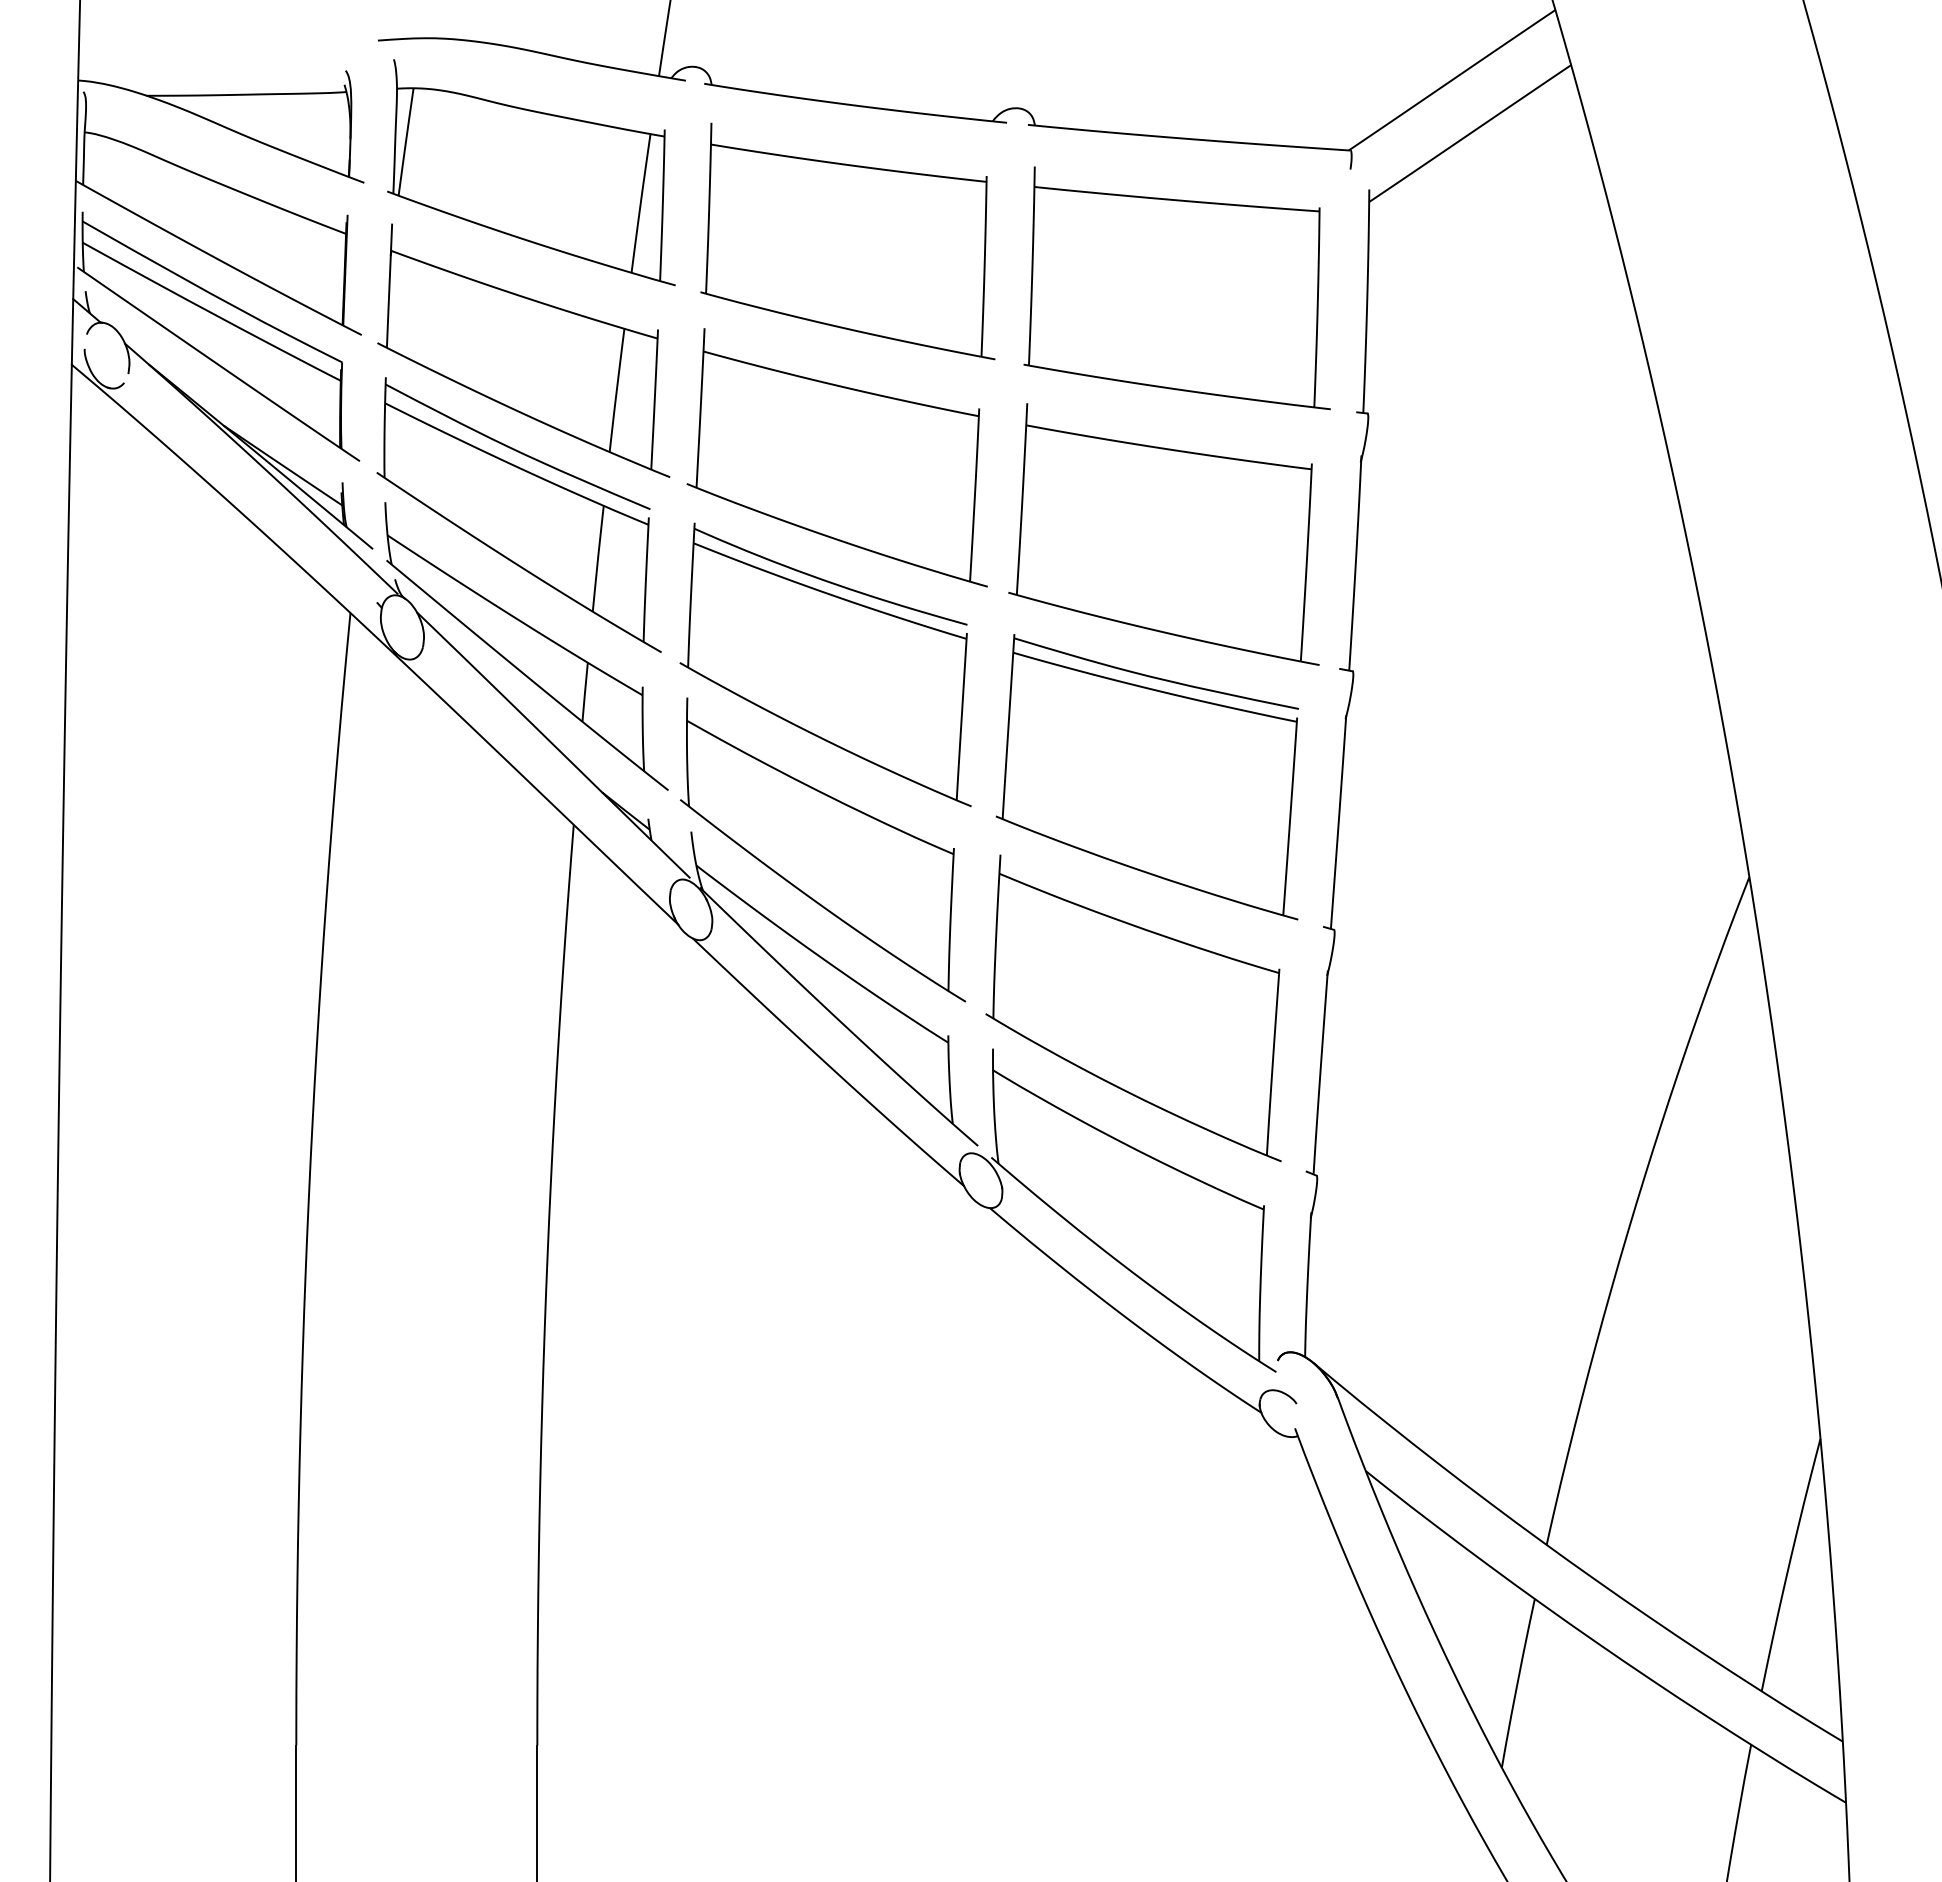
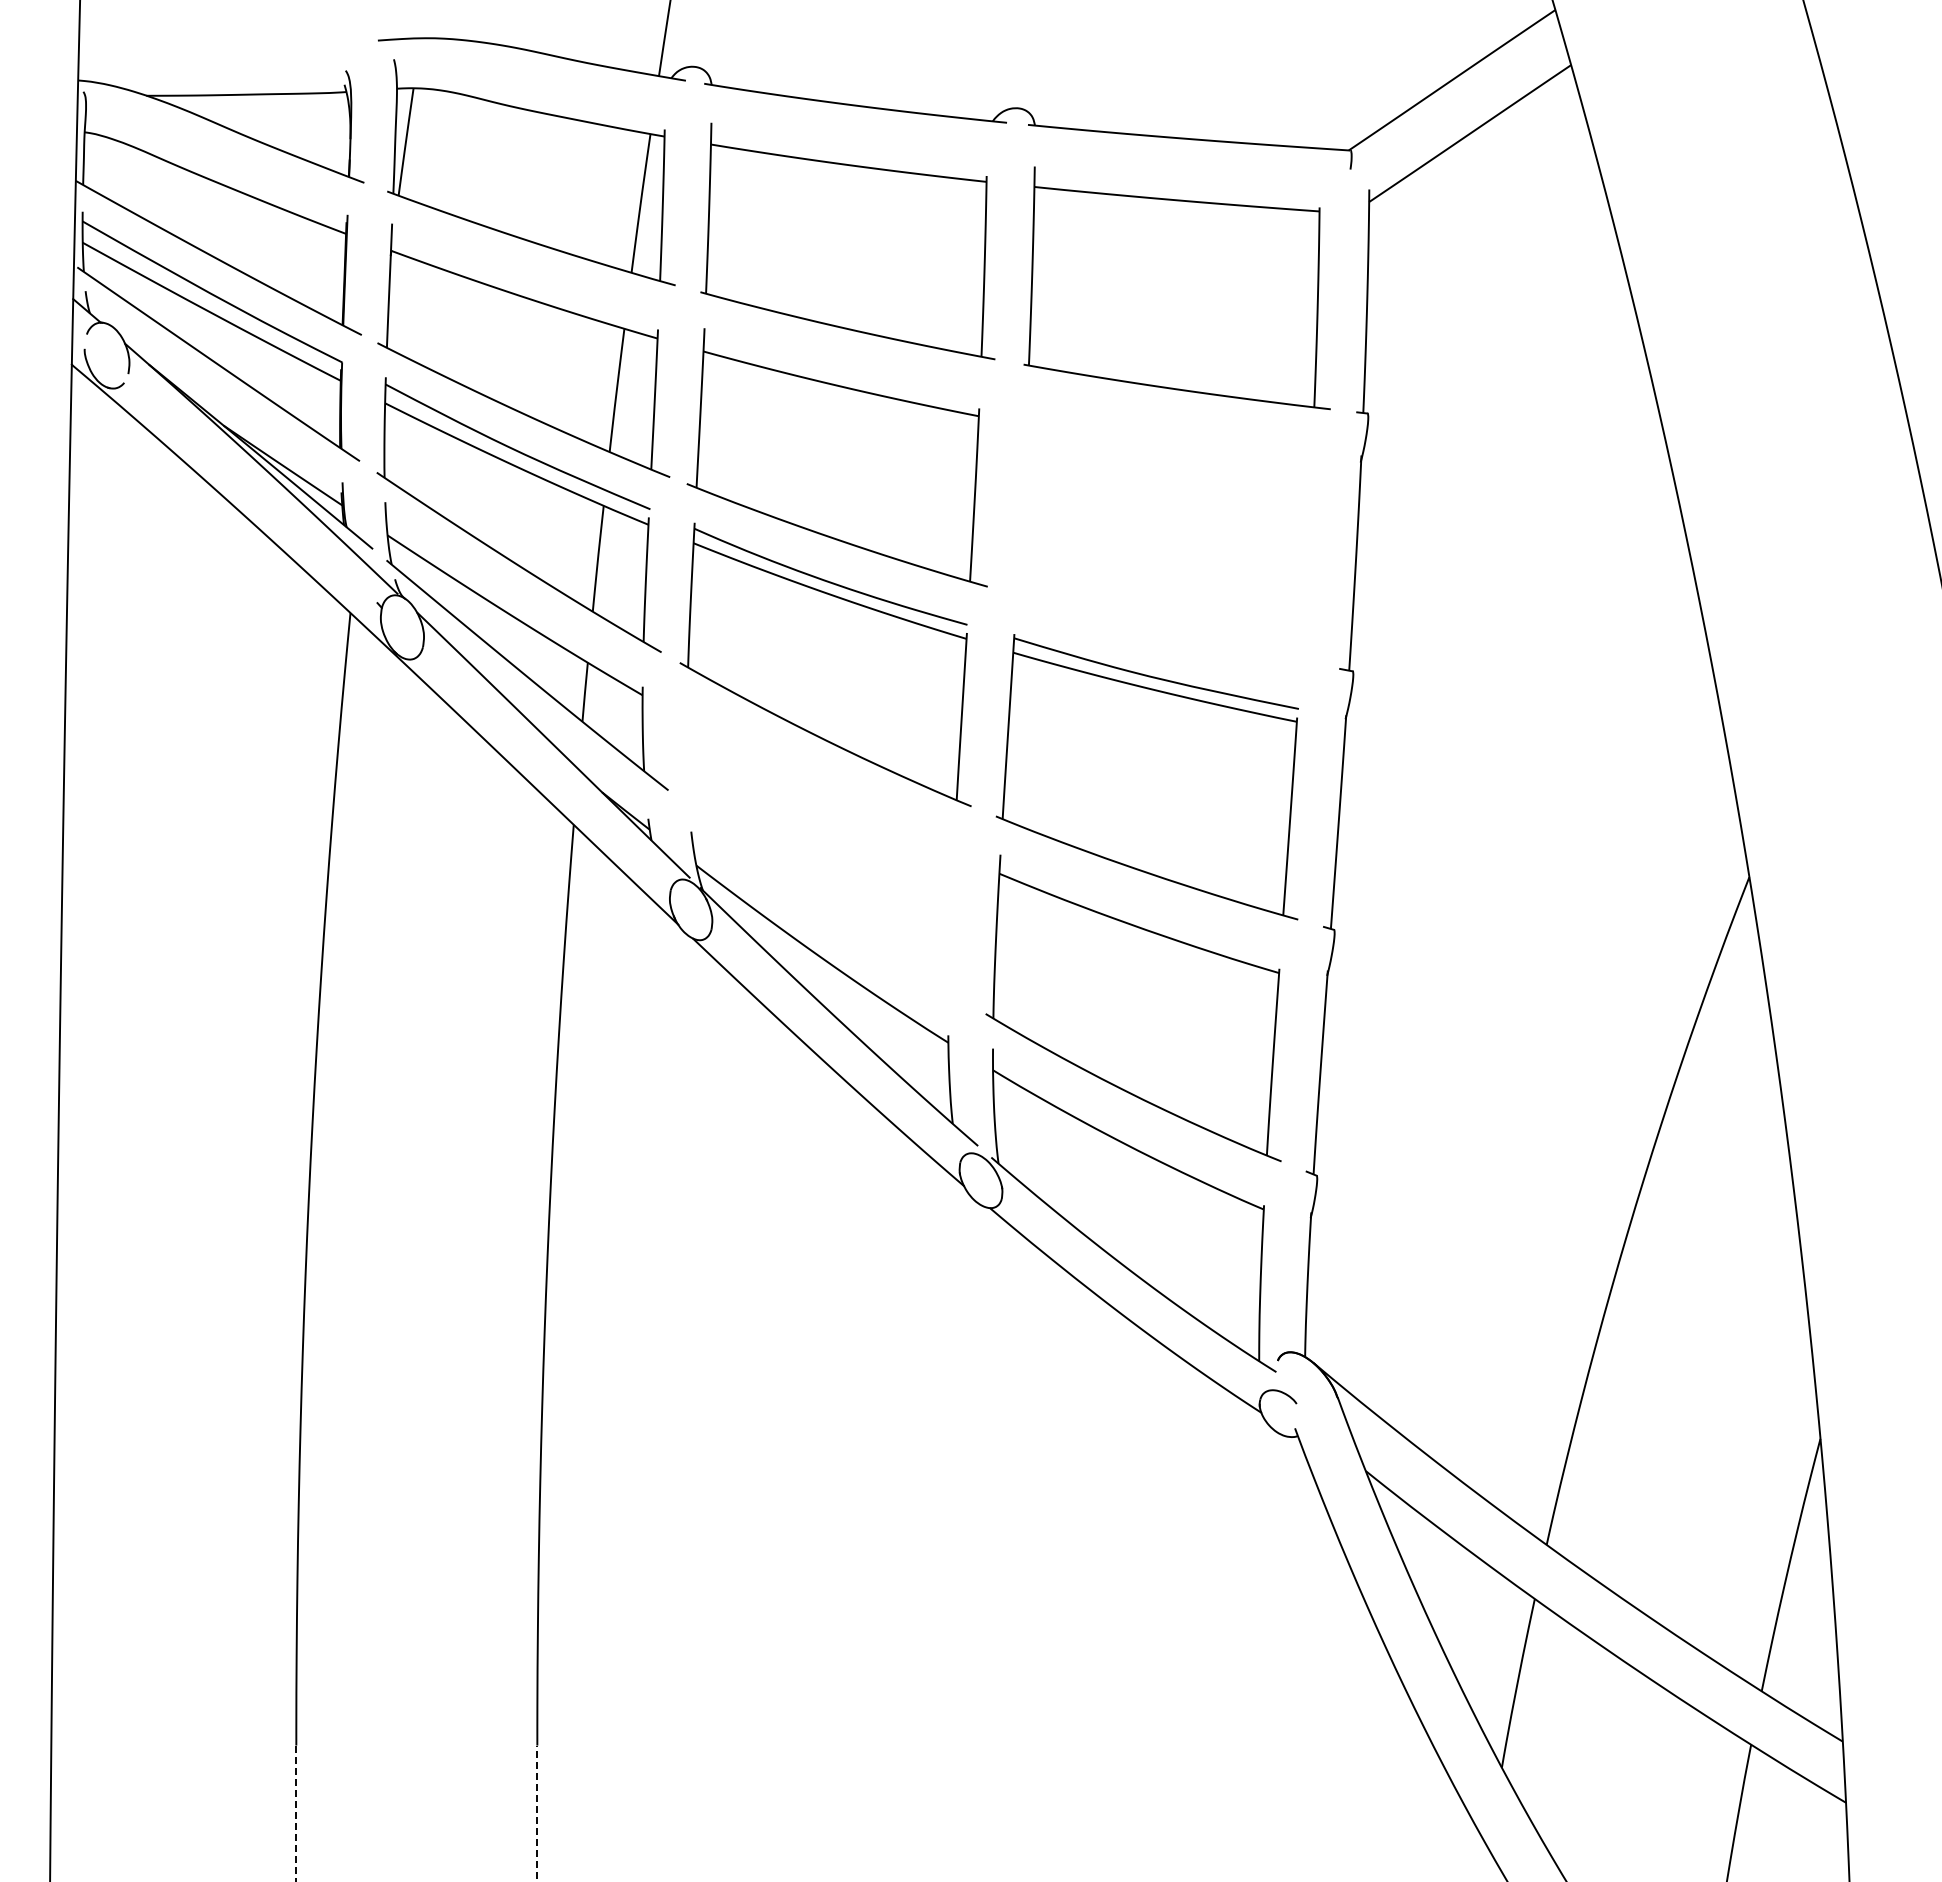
part at (1163, 534): present -> none
part at (823, 849): present -> none
line at (296, 1813): solid -> dashed
line at (537, 1813): solid -> dashed
